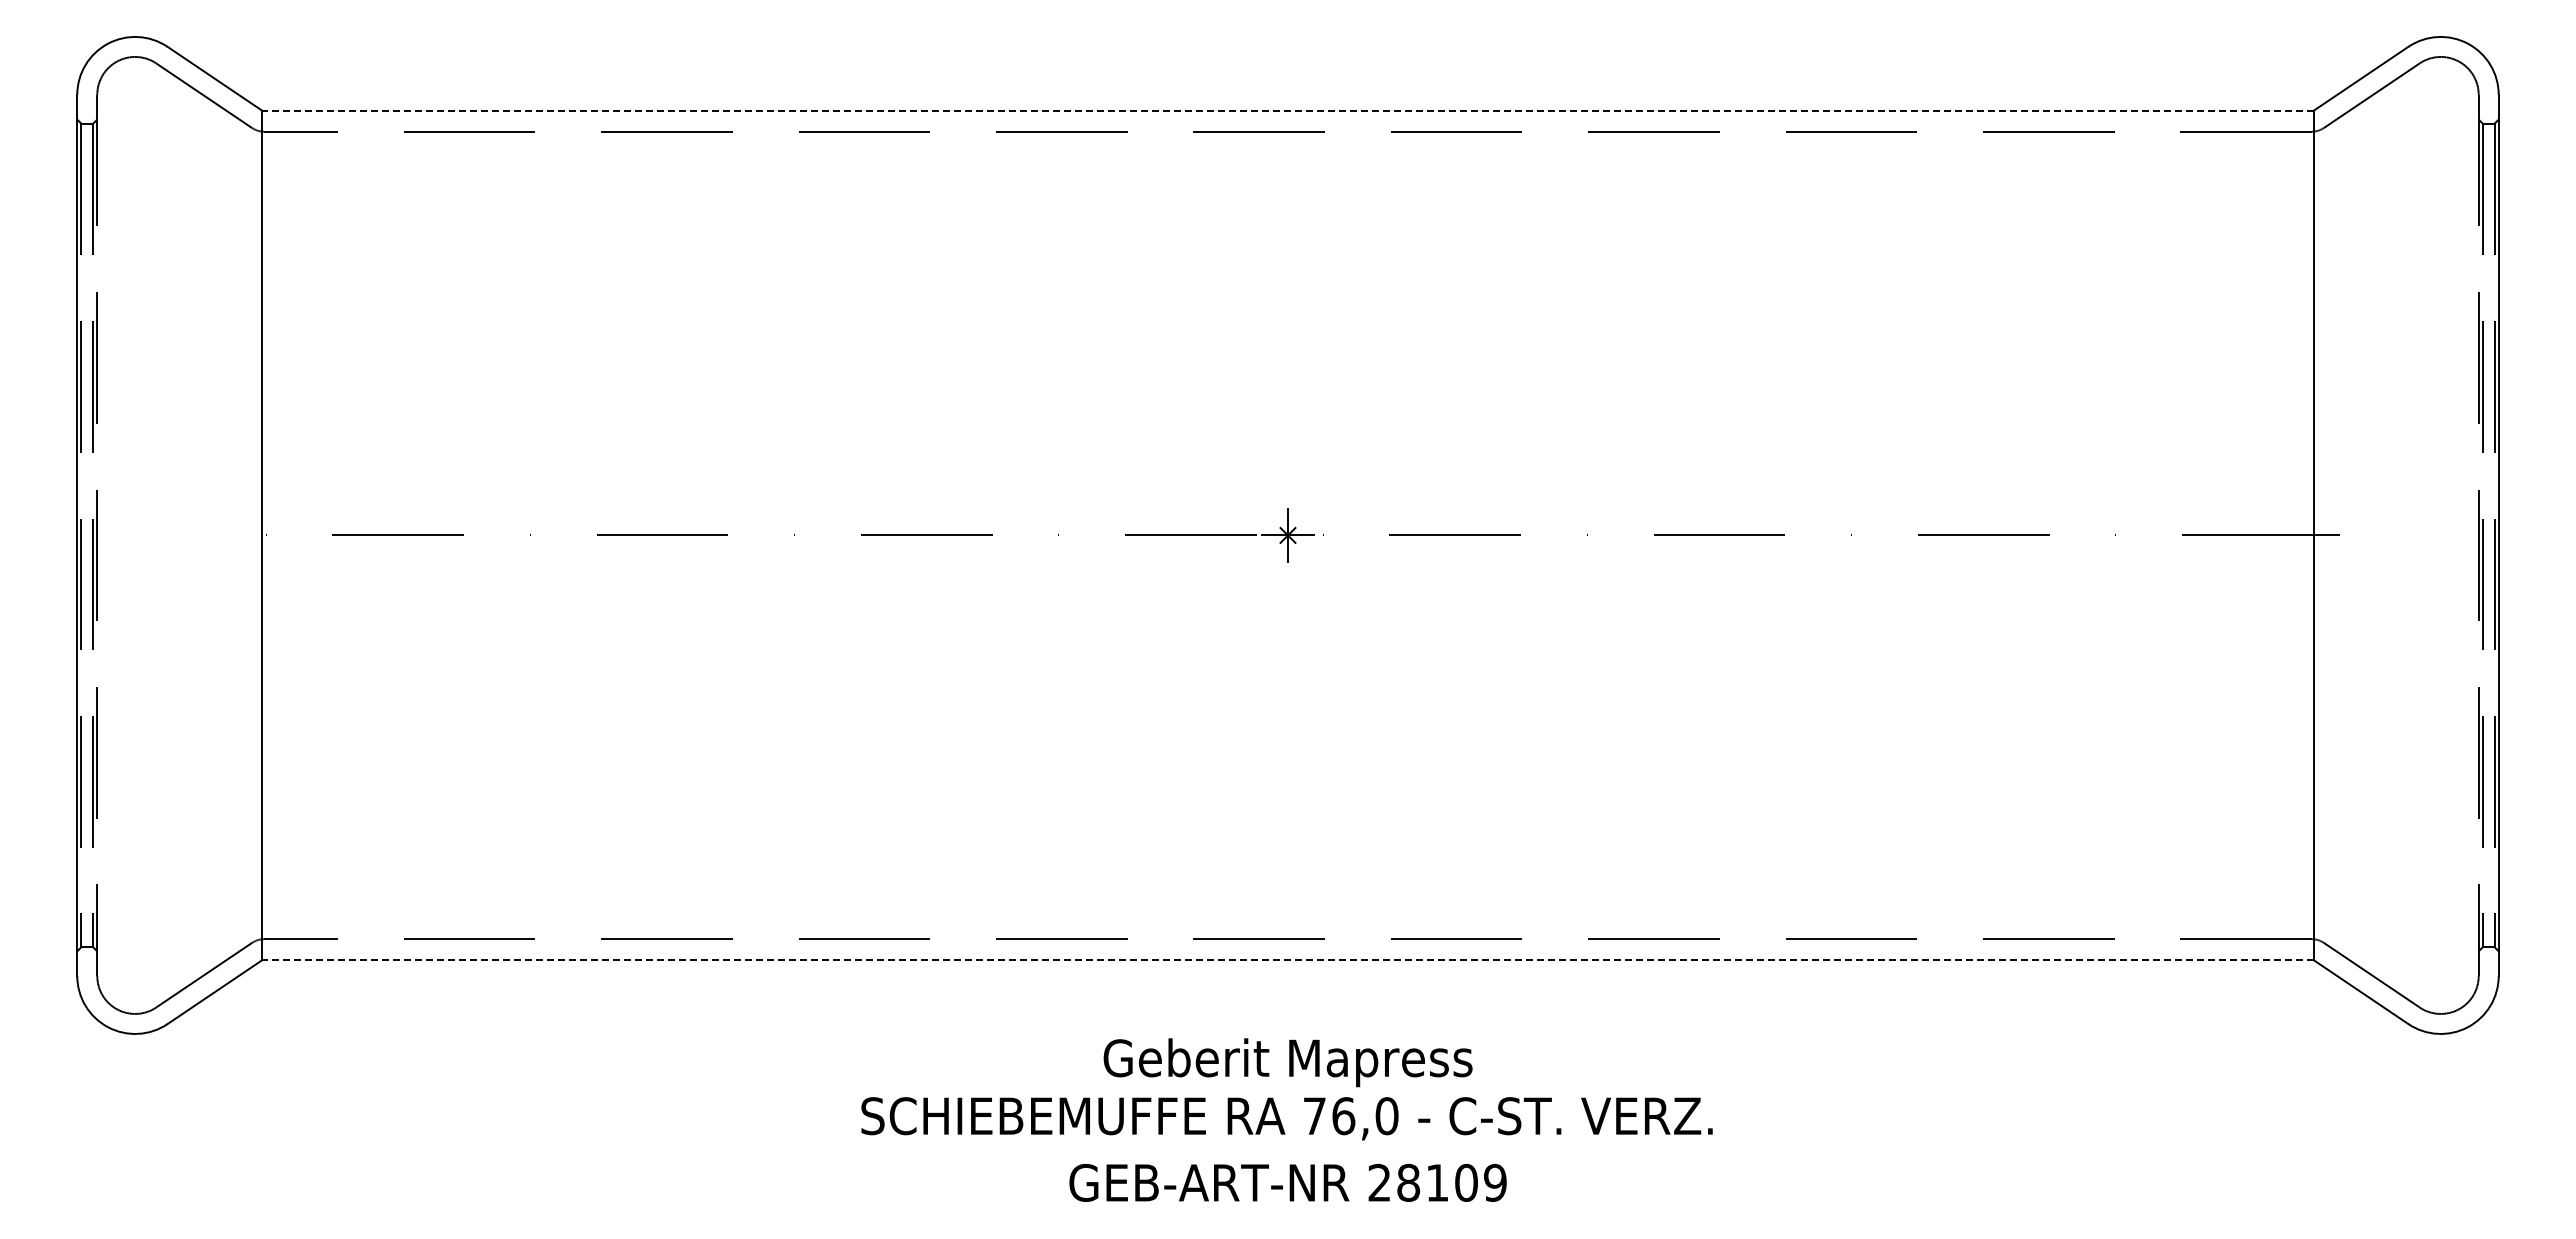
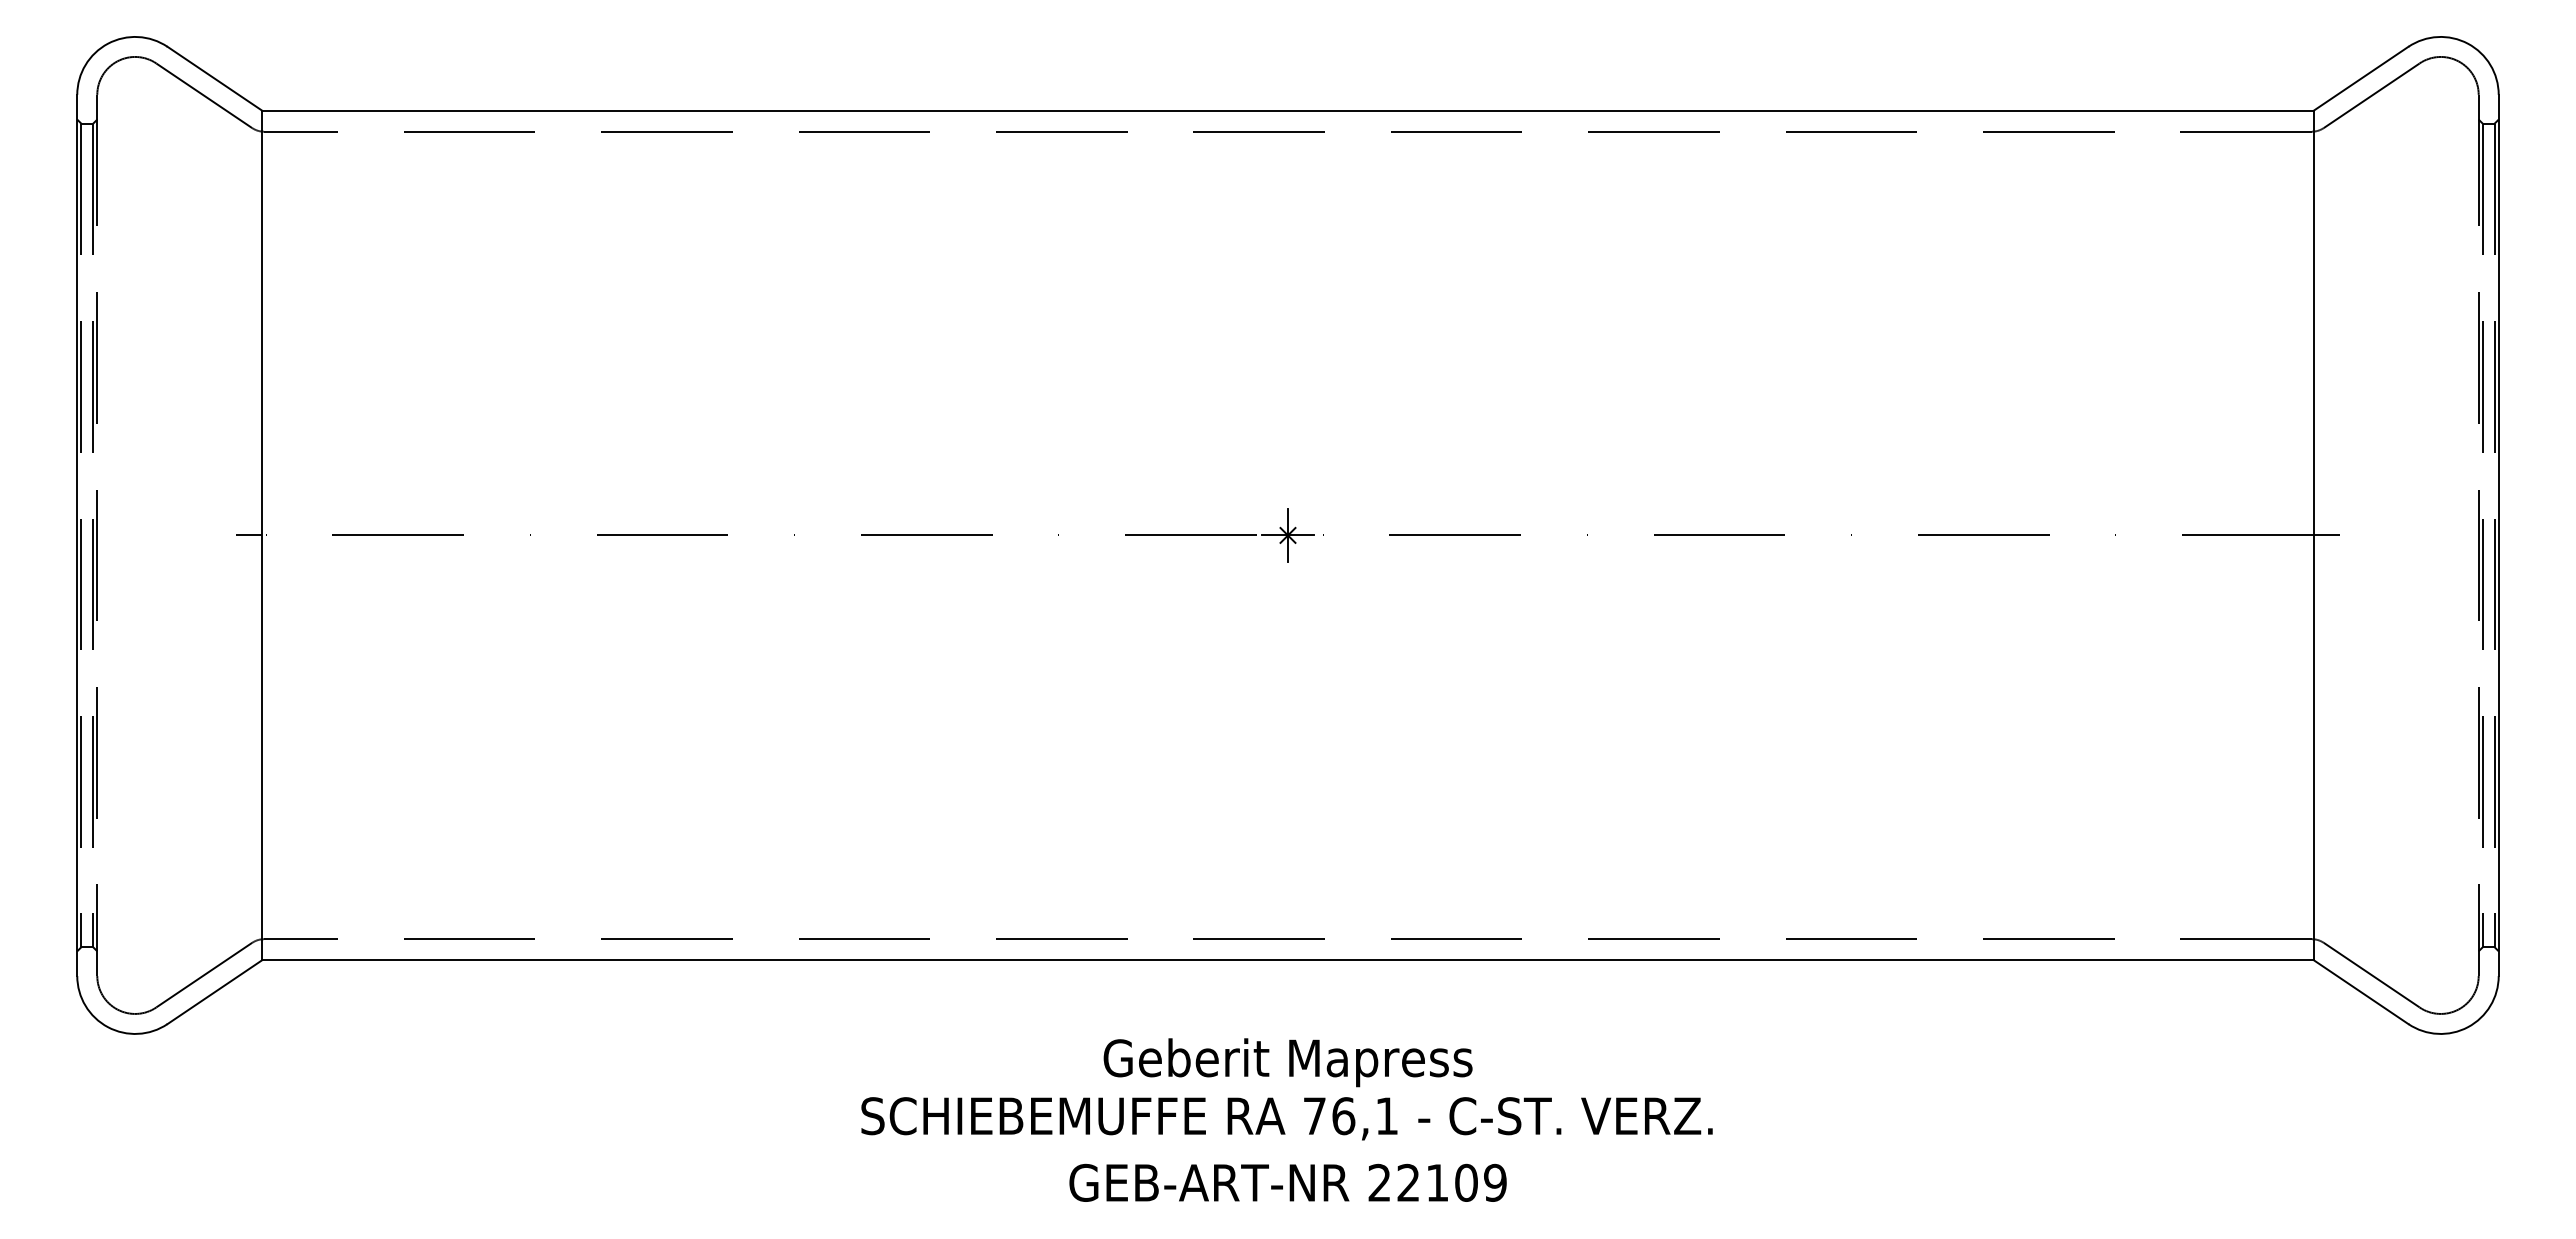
line at (1288, 110): dashed -> solid
line at (248, 535): none -> present
line at (1288, 960): dashed -> solid
text at (1386, 1116): 76,0 -> 76,1
text at (1408, 1182): 28109 -> 22109
